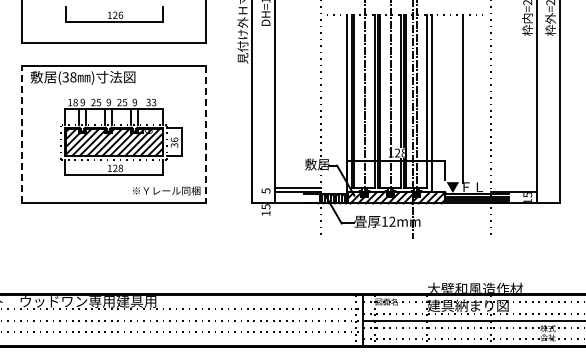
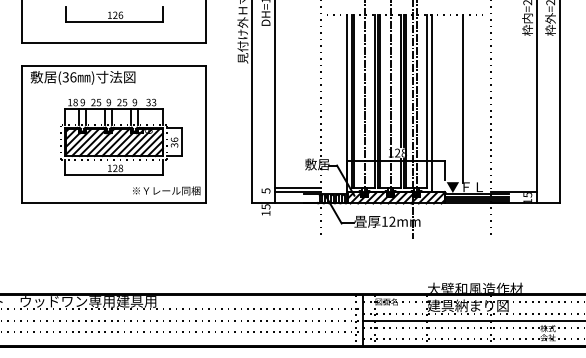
text at (73, 77): (38 -> (36
line at (22, 134): dashed -> solid
line at (206, 134): dashed -> solid
